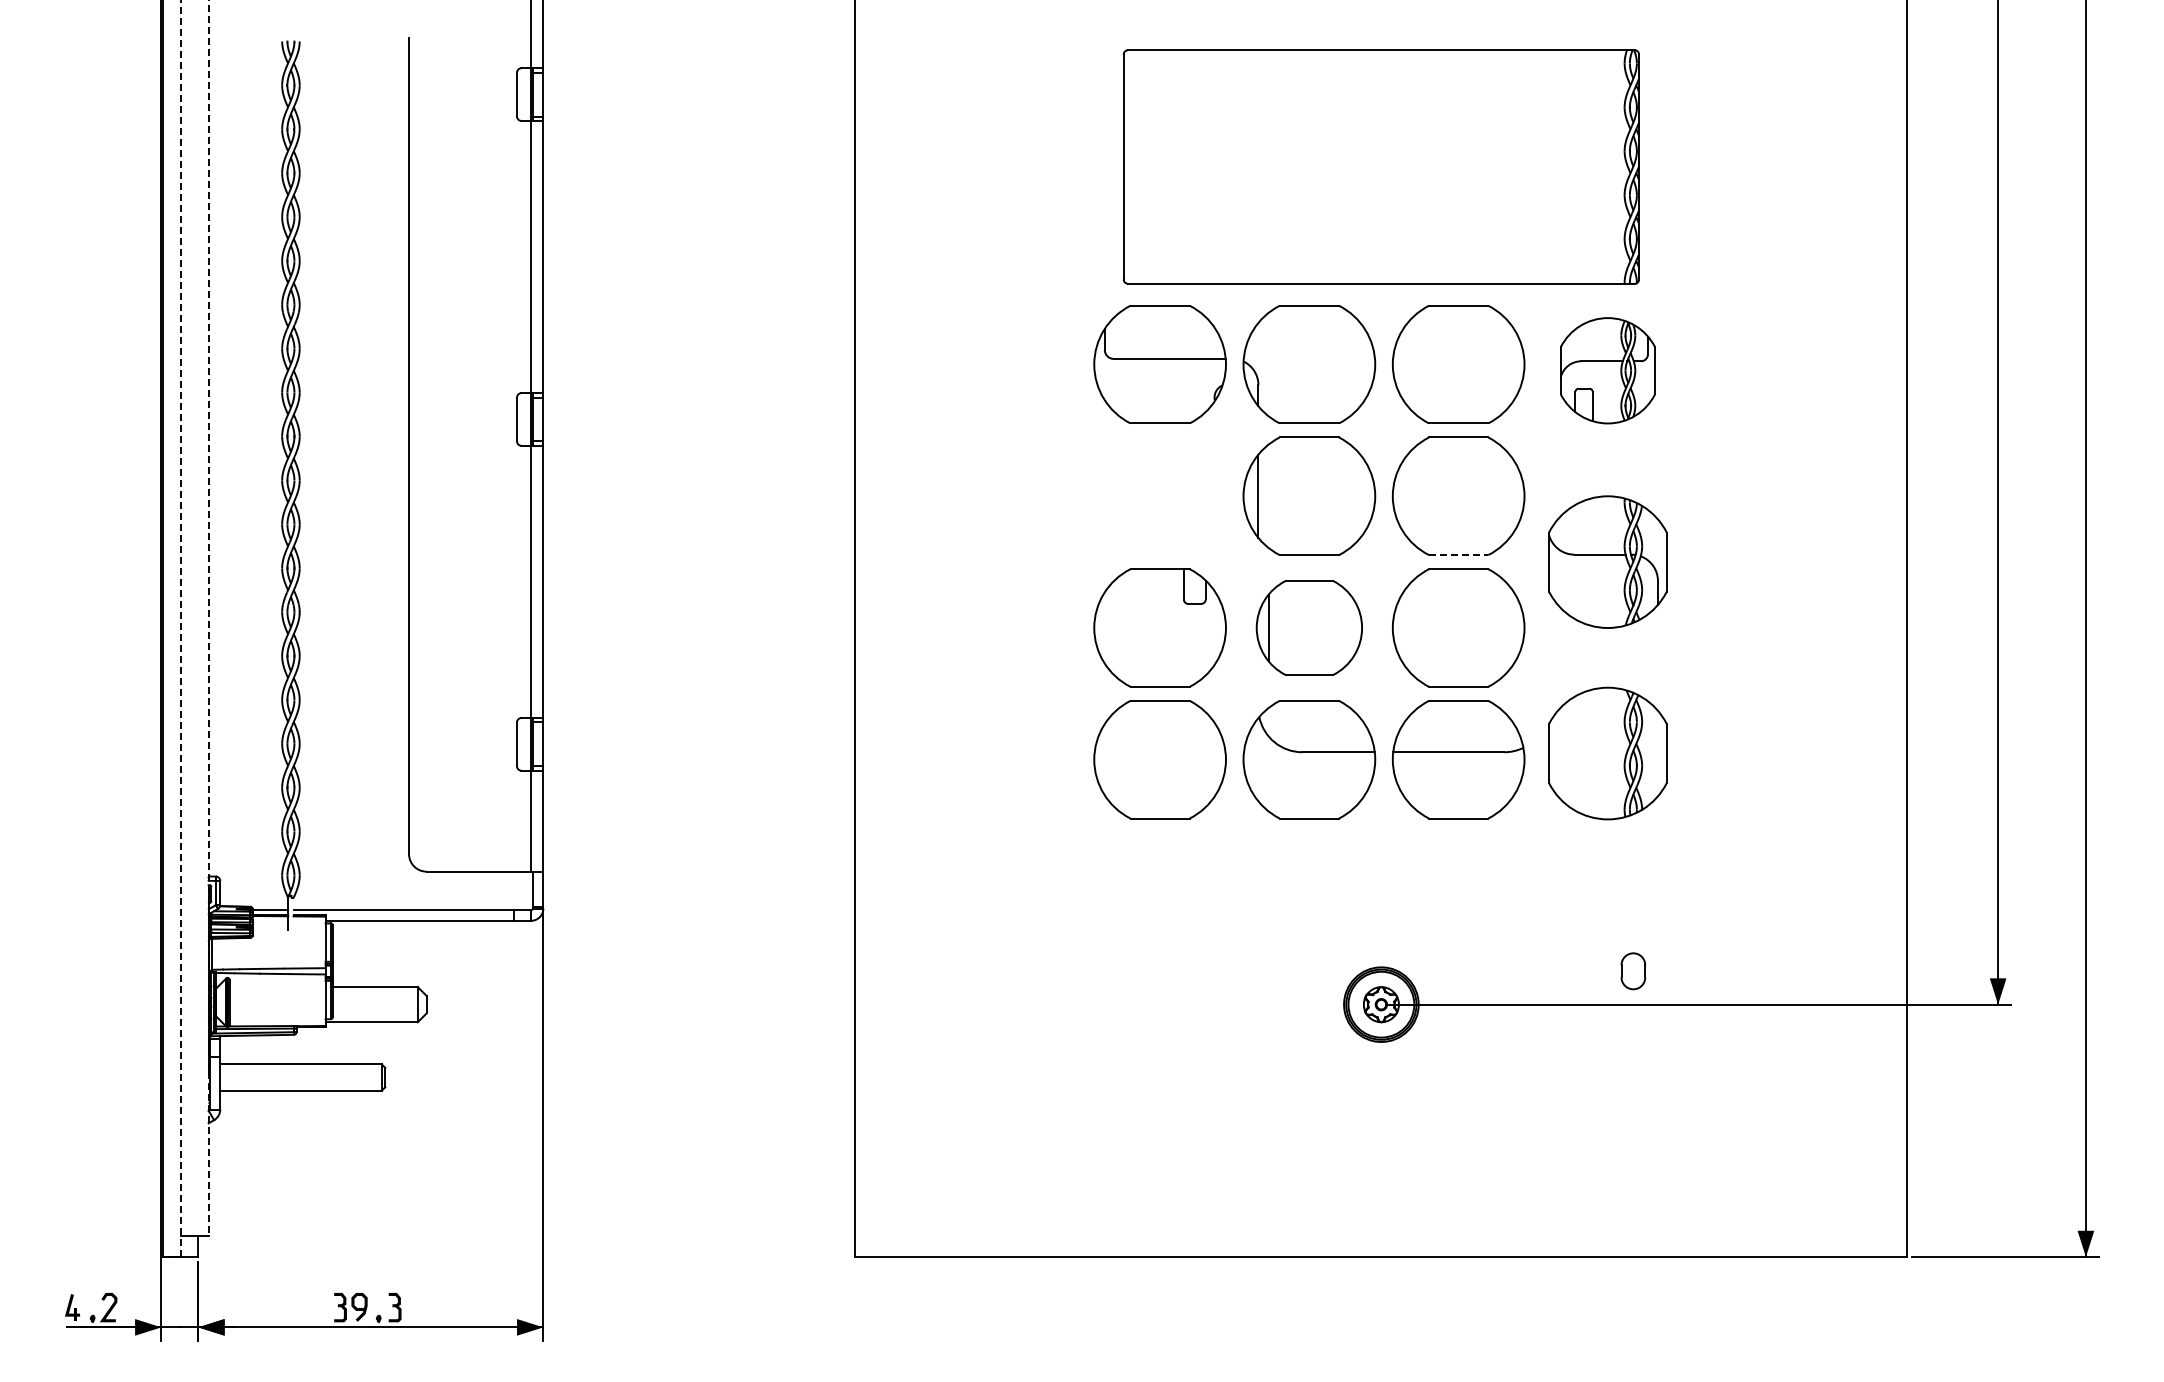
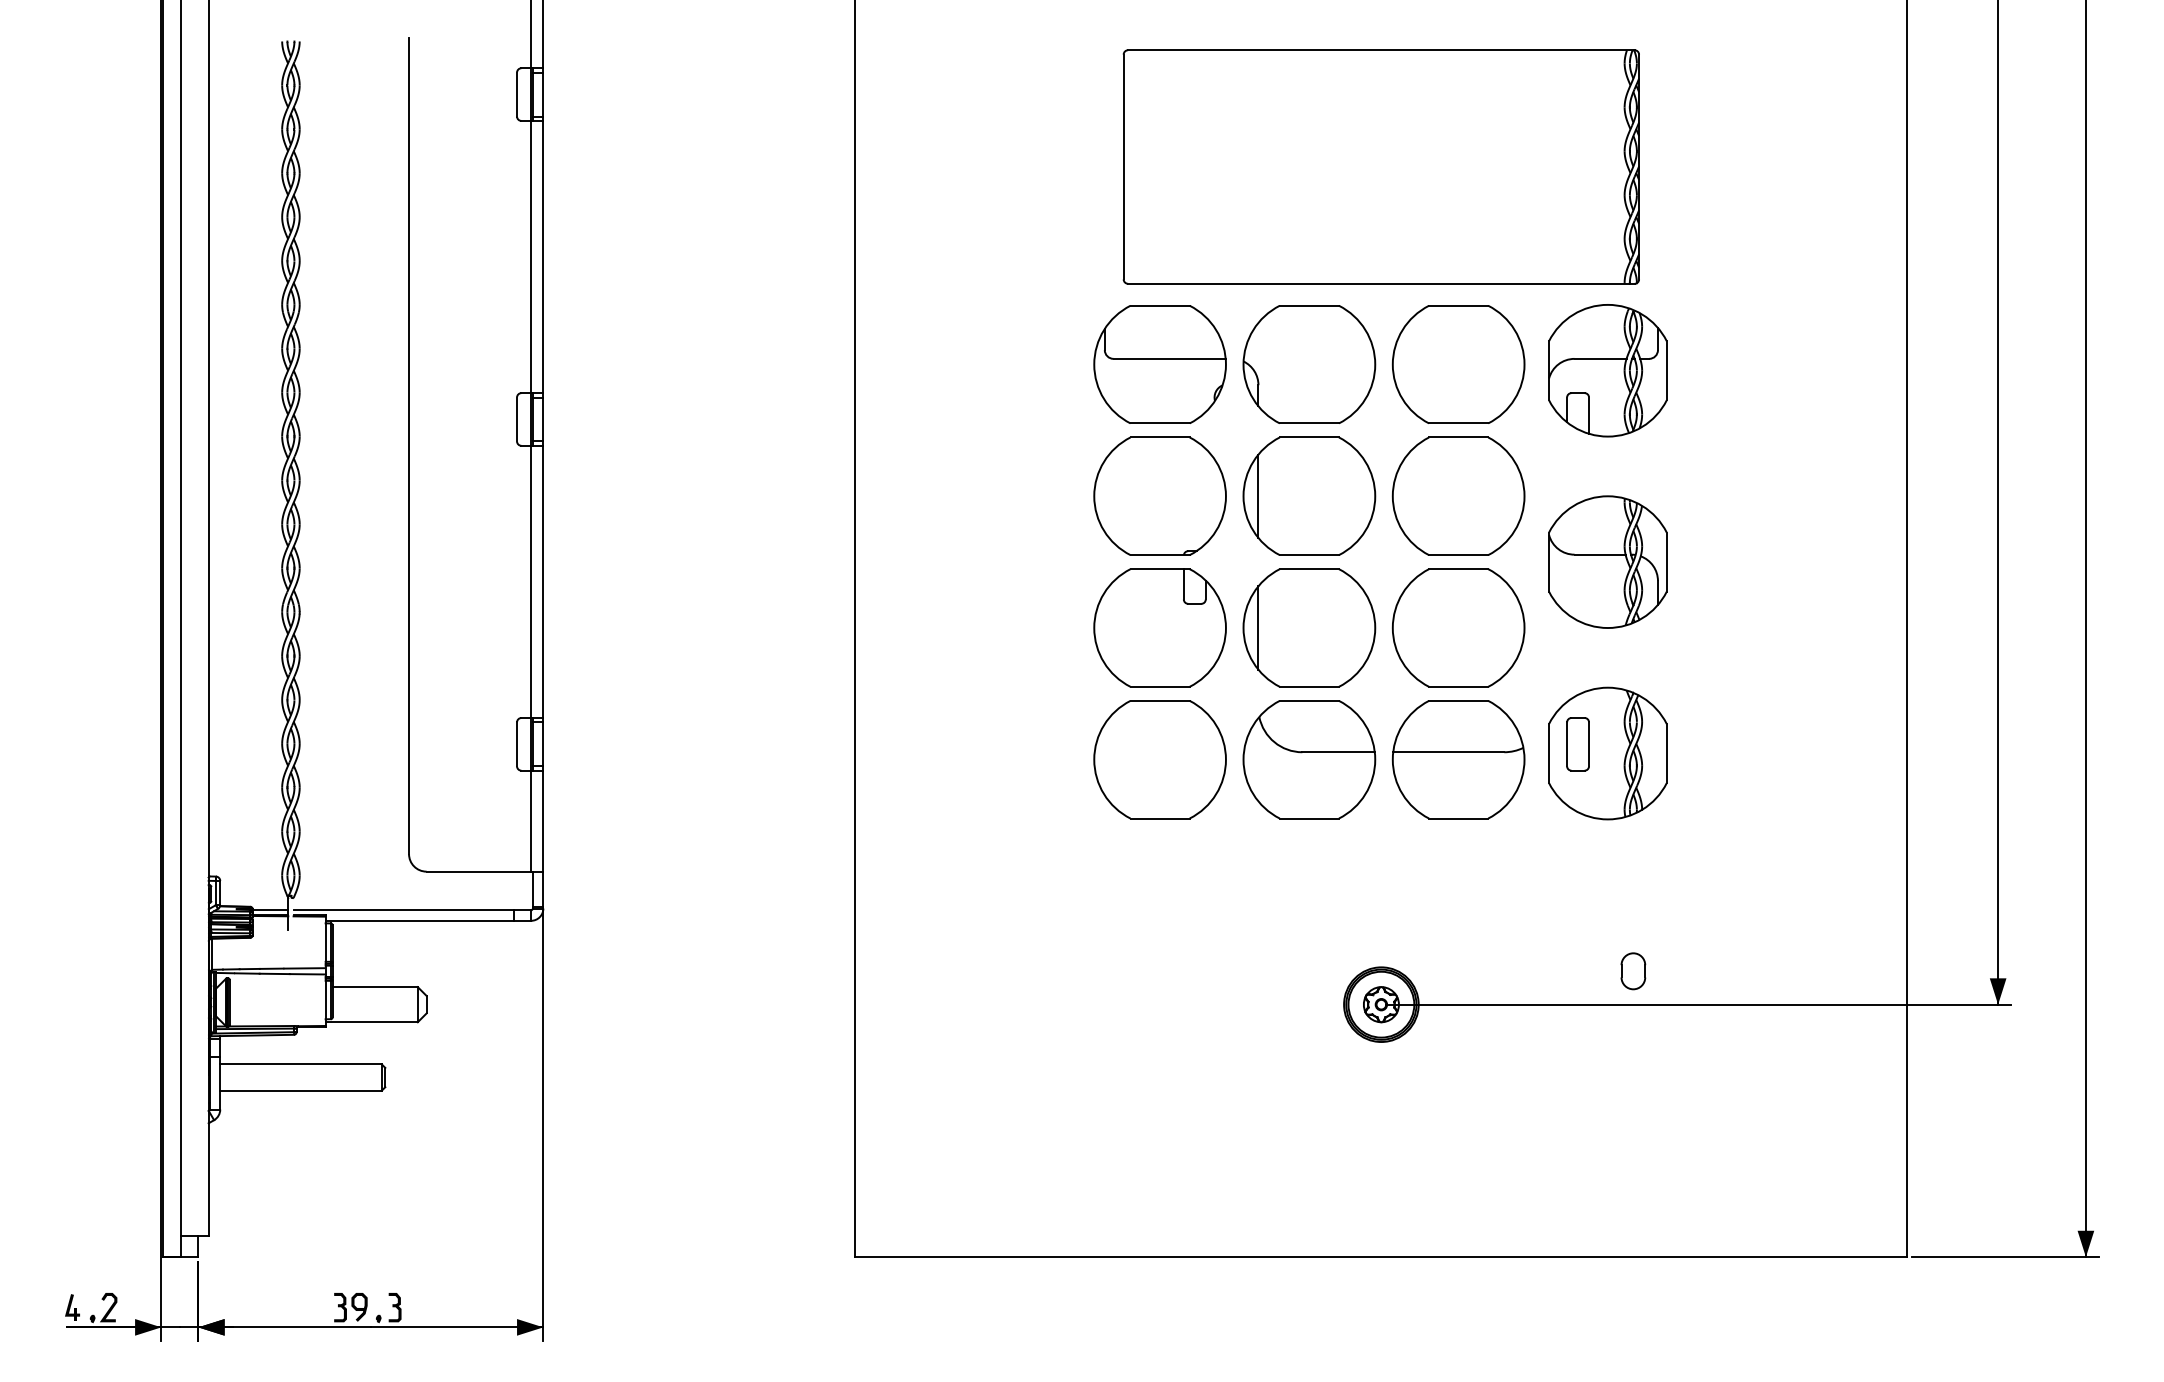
part at (1607, 370) size: 96x108 px -> 120x134 px
part at (1159, 495): none -> present
line at (1458, 555): dashed -> solid
line at (208, 618): dashed -> solid
part at (1308, 627) size: 108x96 px -> 135x120 px
line at (180, 628): dashed -> solid
part at (1577, 744): none -> present
